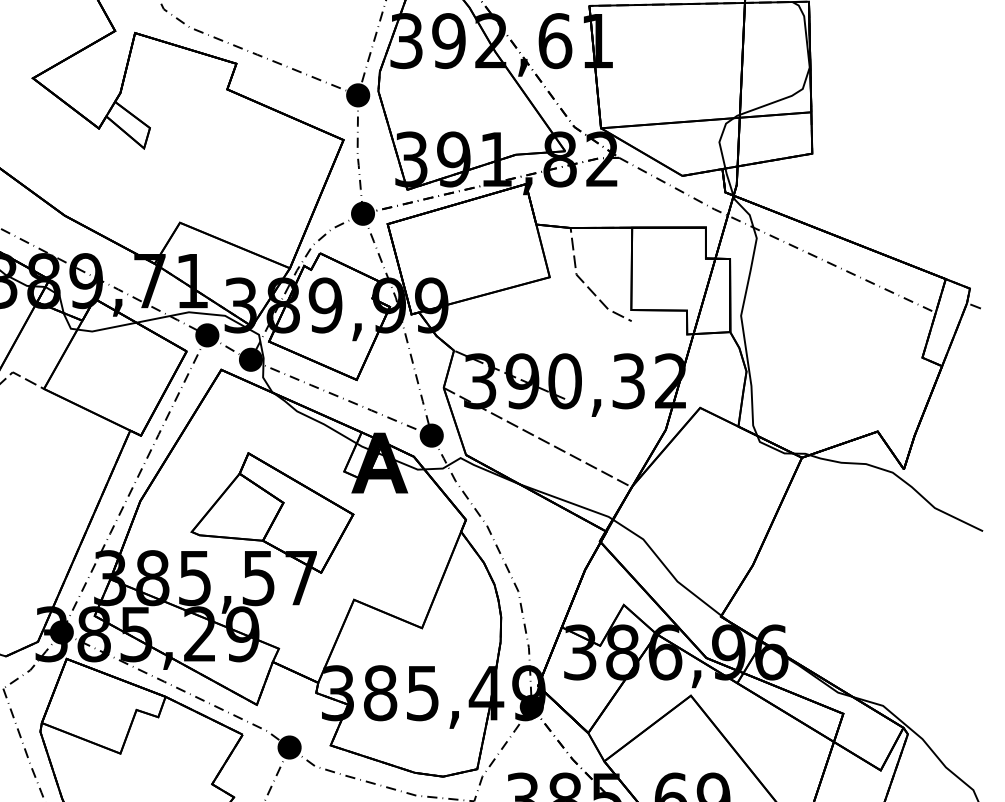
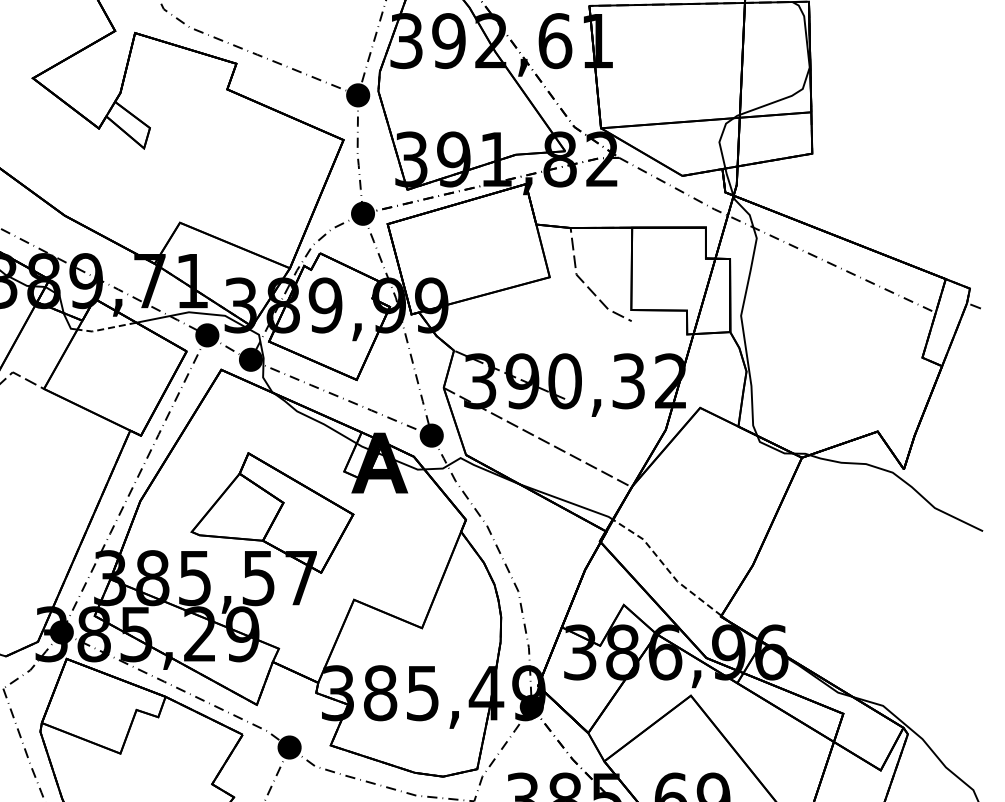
line at (106, 328): solid -> dashed
line at (666, 567): solid -> dashed
